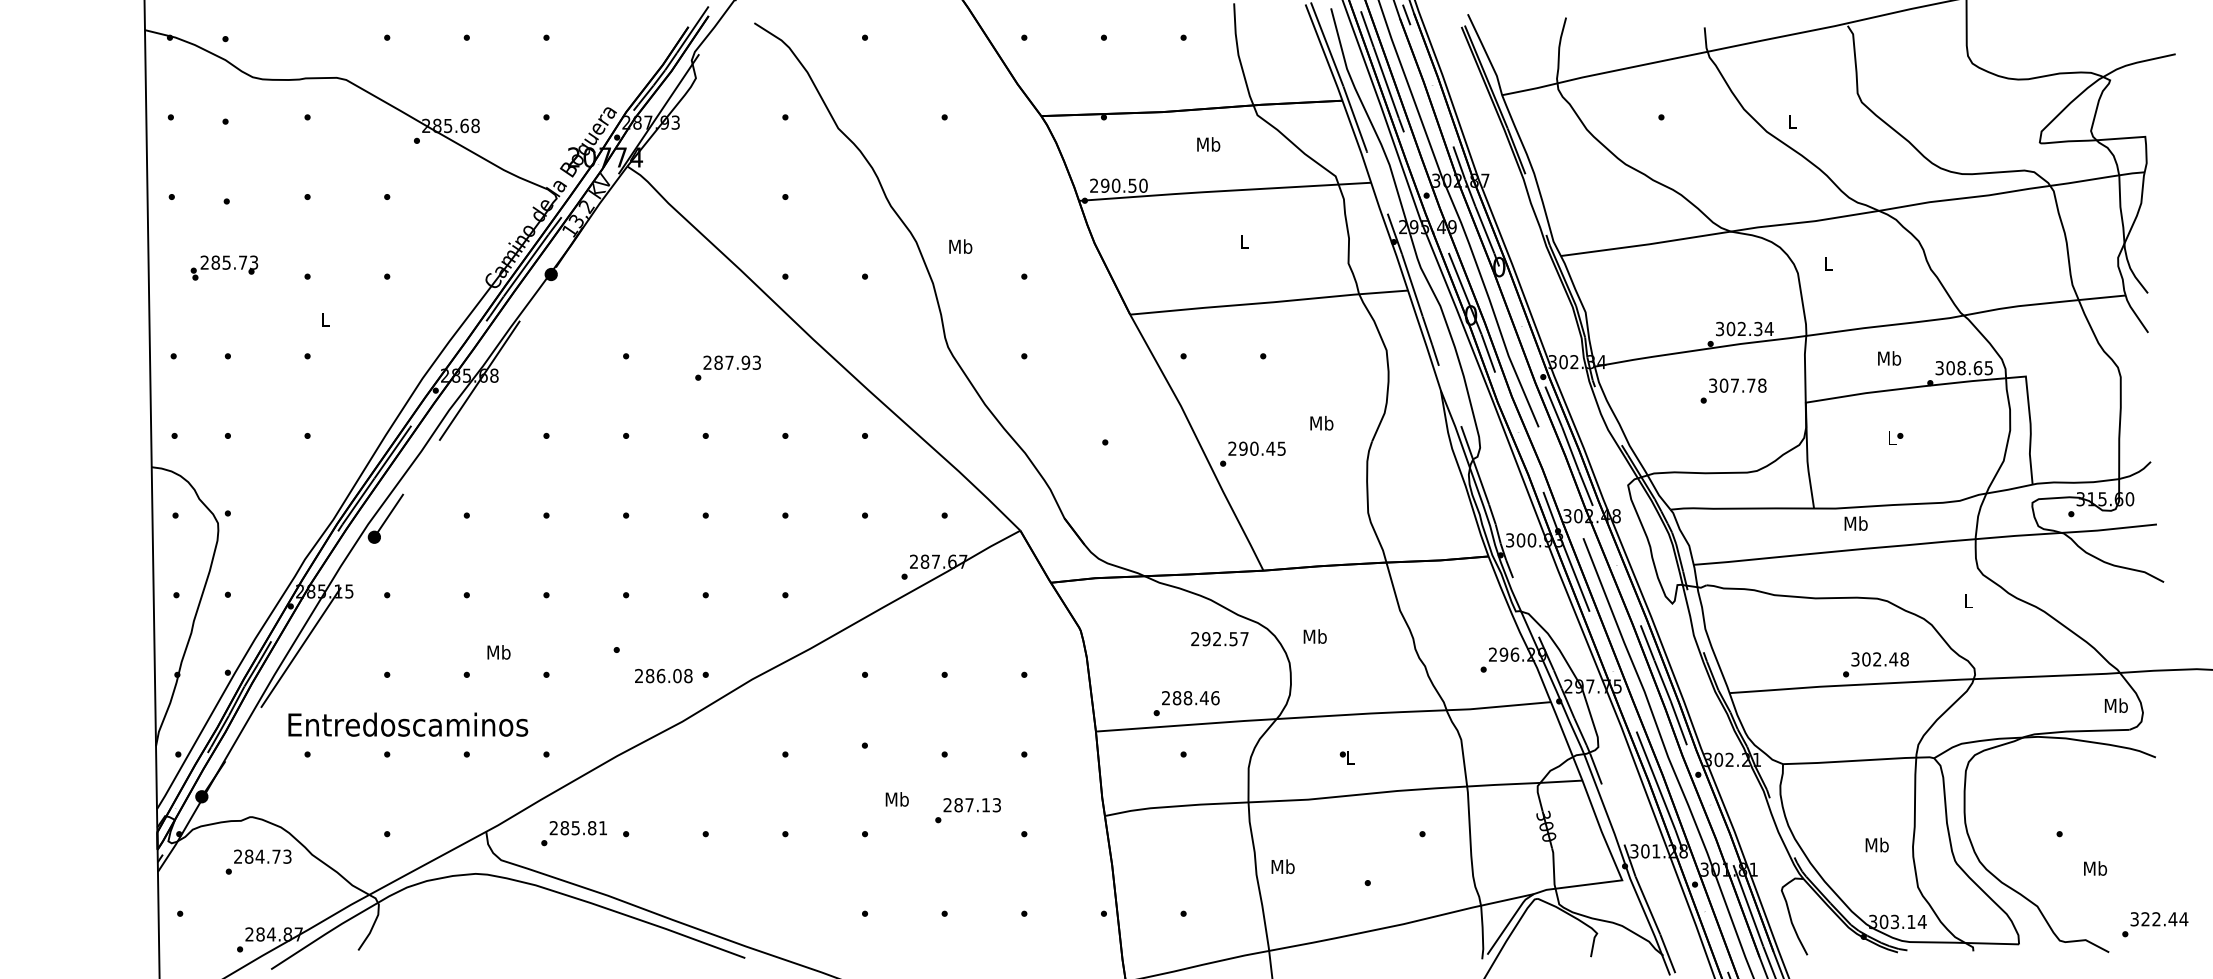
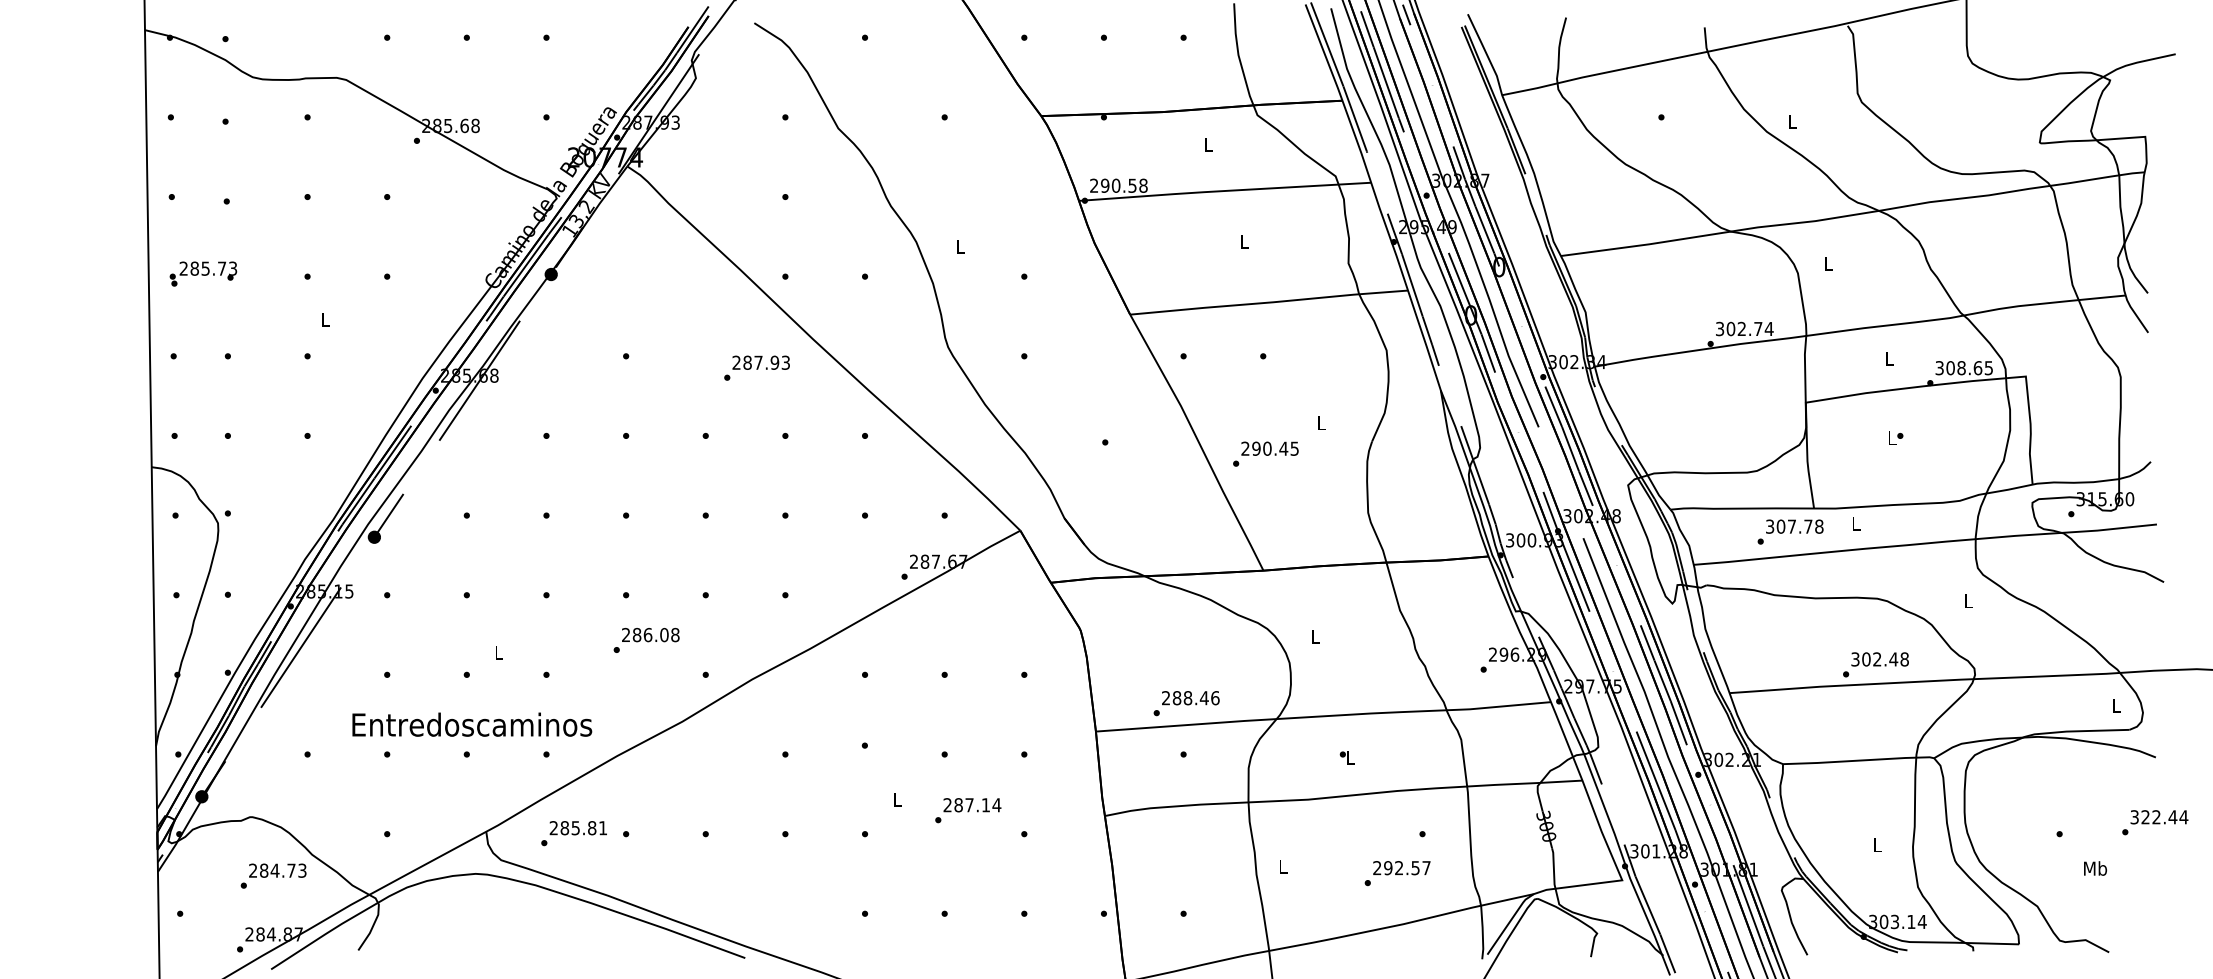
text at (1208, 144): Mb -> L
text at (1143, 185): 290.50 -> 290.58
text at (960, 246): Mb -> L
text at (224, 267) position: (224, 267) -> (203, 273)
text at (1758, 328): 302.34 -> 302.74
text at (1889, 358): Mb -> L
text at (727, 367) position: (727, 367) -> (756, 367)
text at (1733, 390) position: (1733, 390) -> (1790, 531)
text at (1321, 423): Mb -> L
text at (1252, 453) position: (1252, 453) -> (1265, 453)
text at (1855, 523): Mb -> L
text at (1314, 636): Mb -> L
text at (1219, 639) position: (1219, 639) -> (1401, 868)
text at (498, 652): Mb -> L
text at (663, 676) position: (663, 676) -> (650, 635)
text at (2115, 705): Mb -> L
text at (408, 724) position: (408, 724) -> (472, 724)
text at (896, 799): Mb -> L
text at (996, 805): 287.13 -> 287.14
text at (1876, 844): Mb -> L
text at (258, 861) position: (258, 861) -> (273, 875)
text at (1282, 866): Mb -> L
text at (2155, 924) position: (2155, 924) -> (2155, 822)
